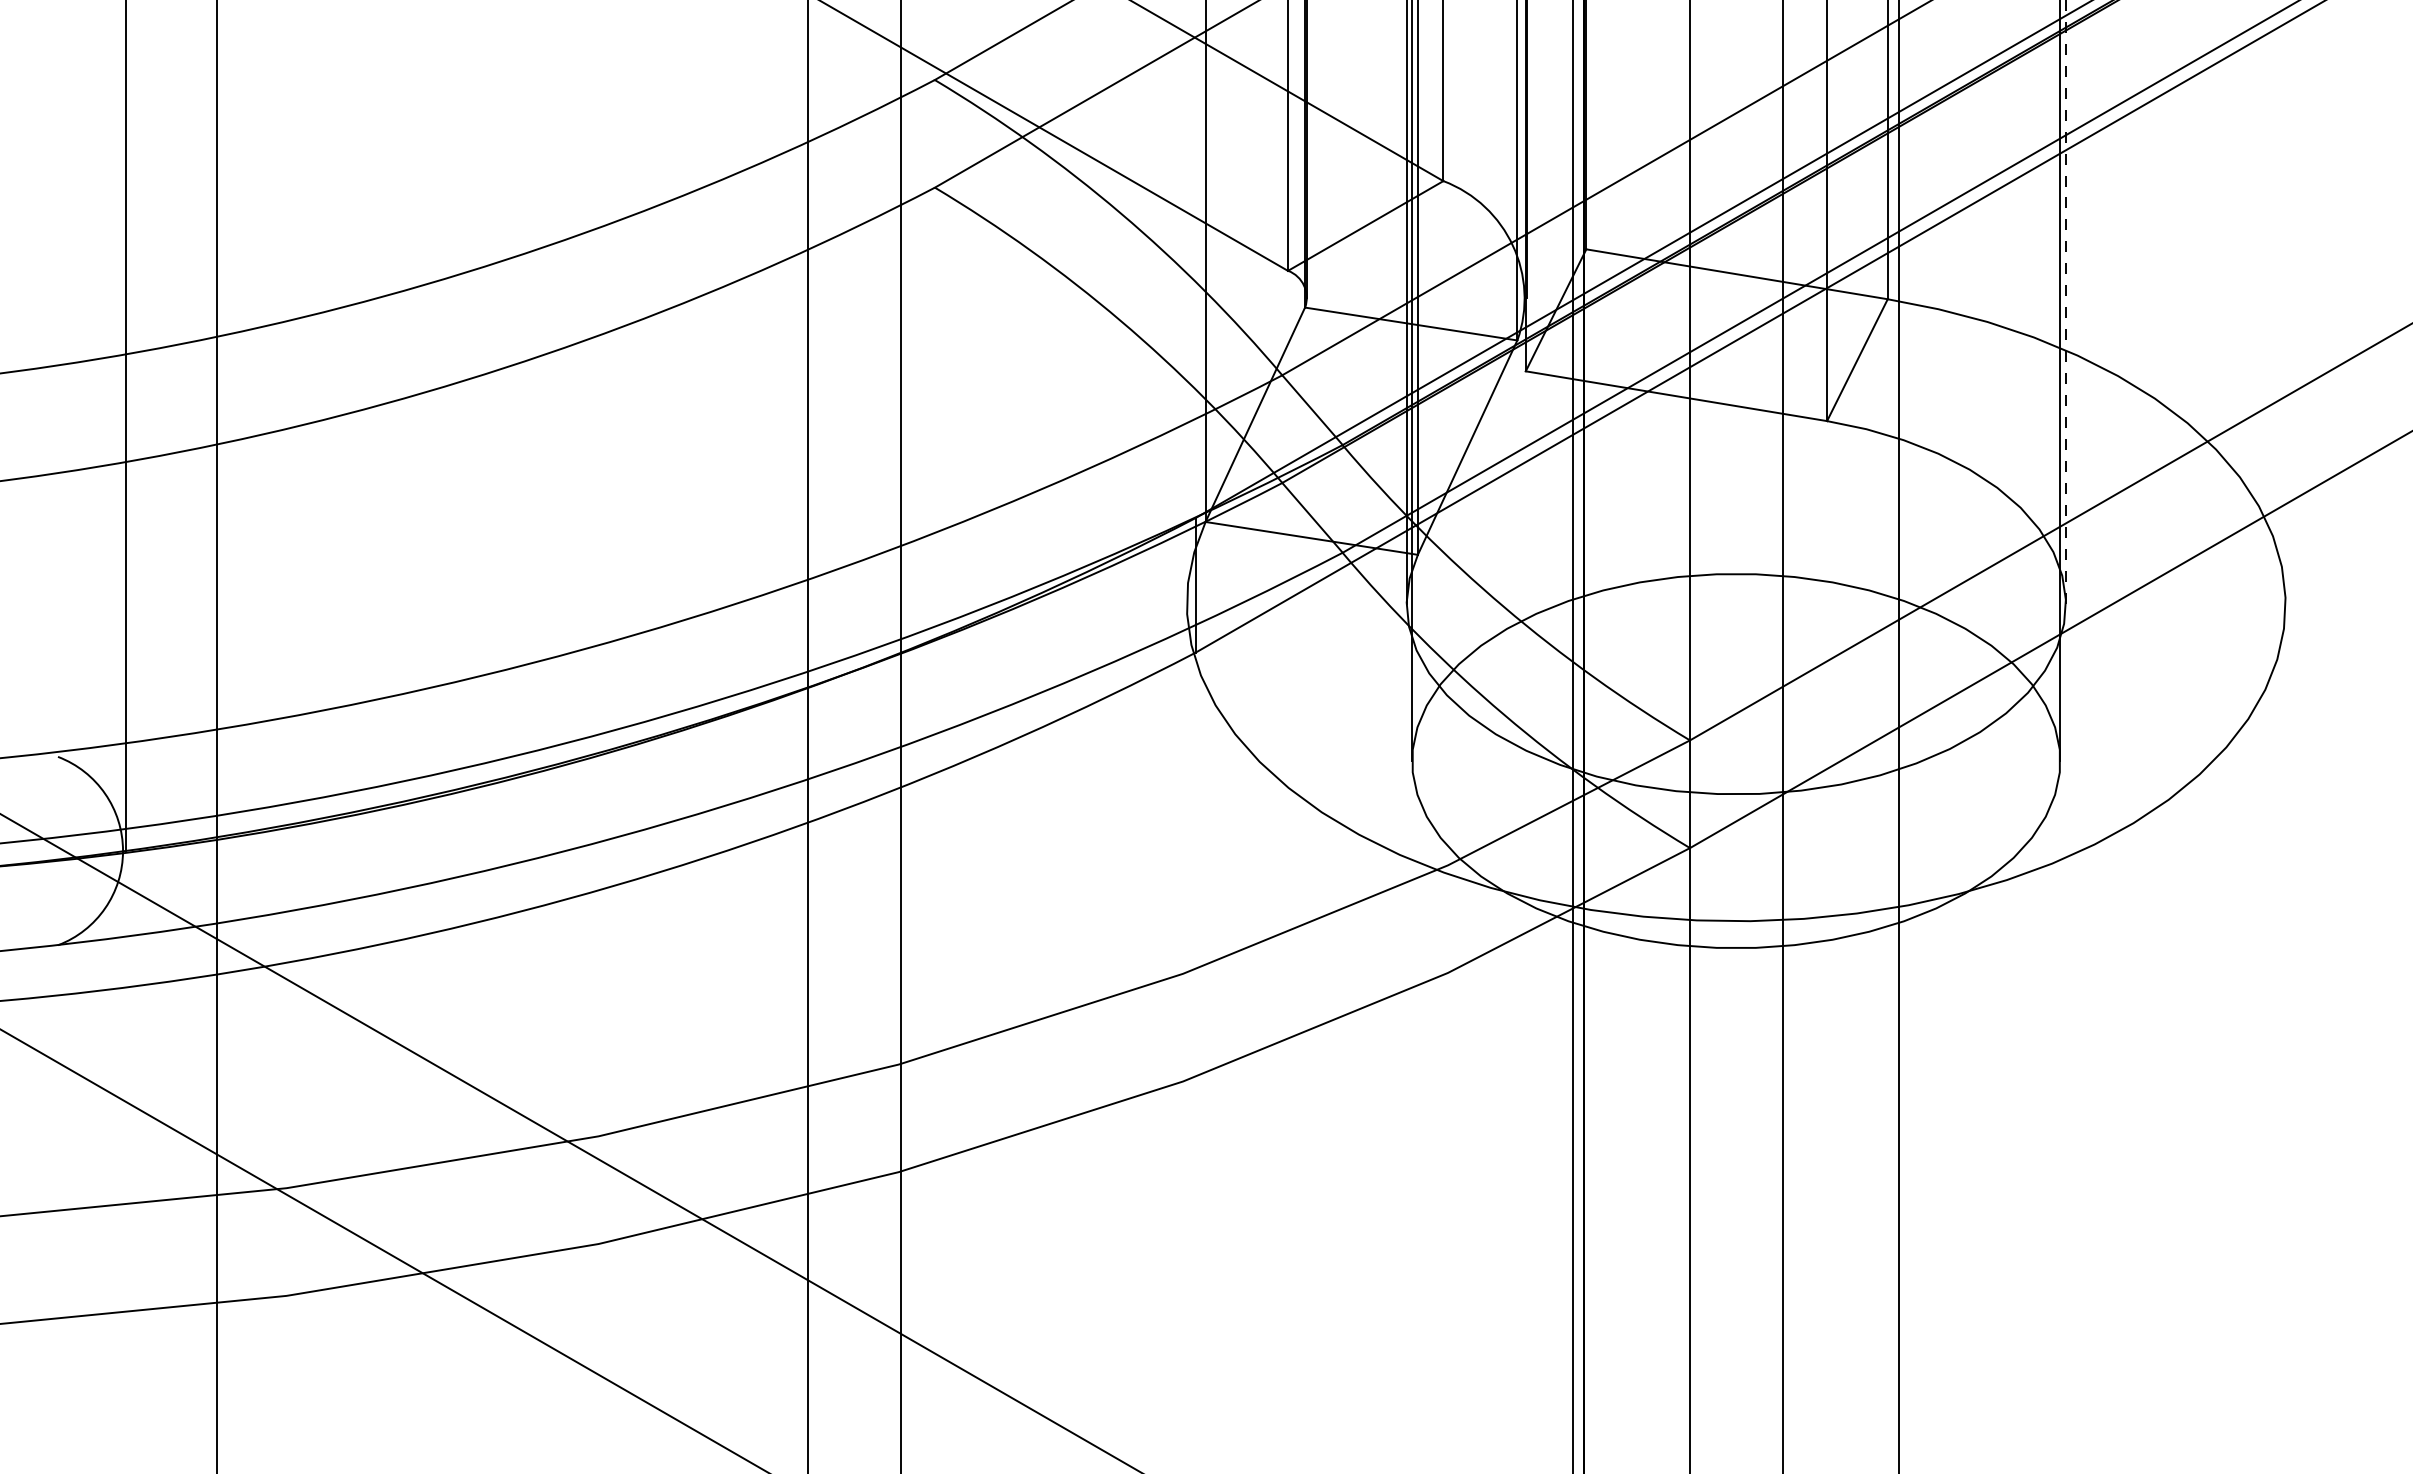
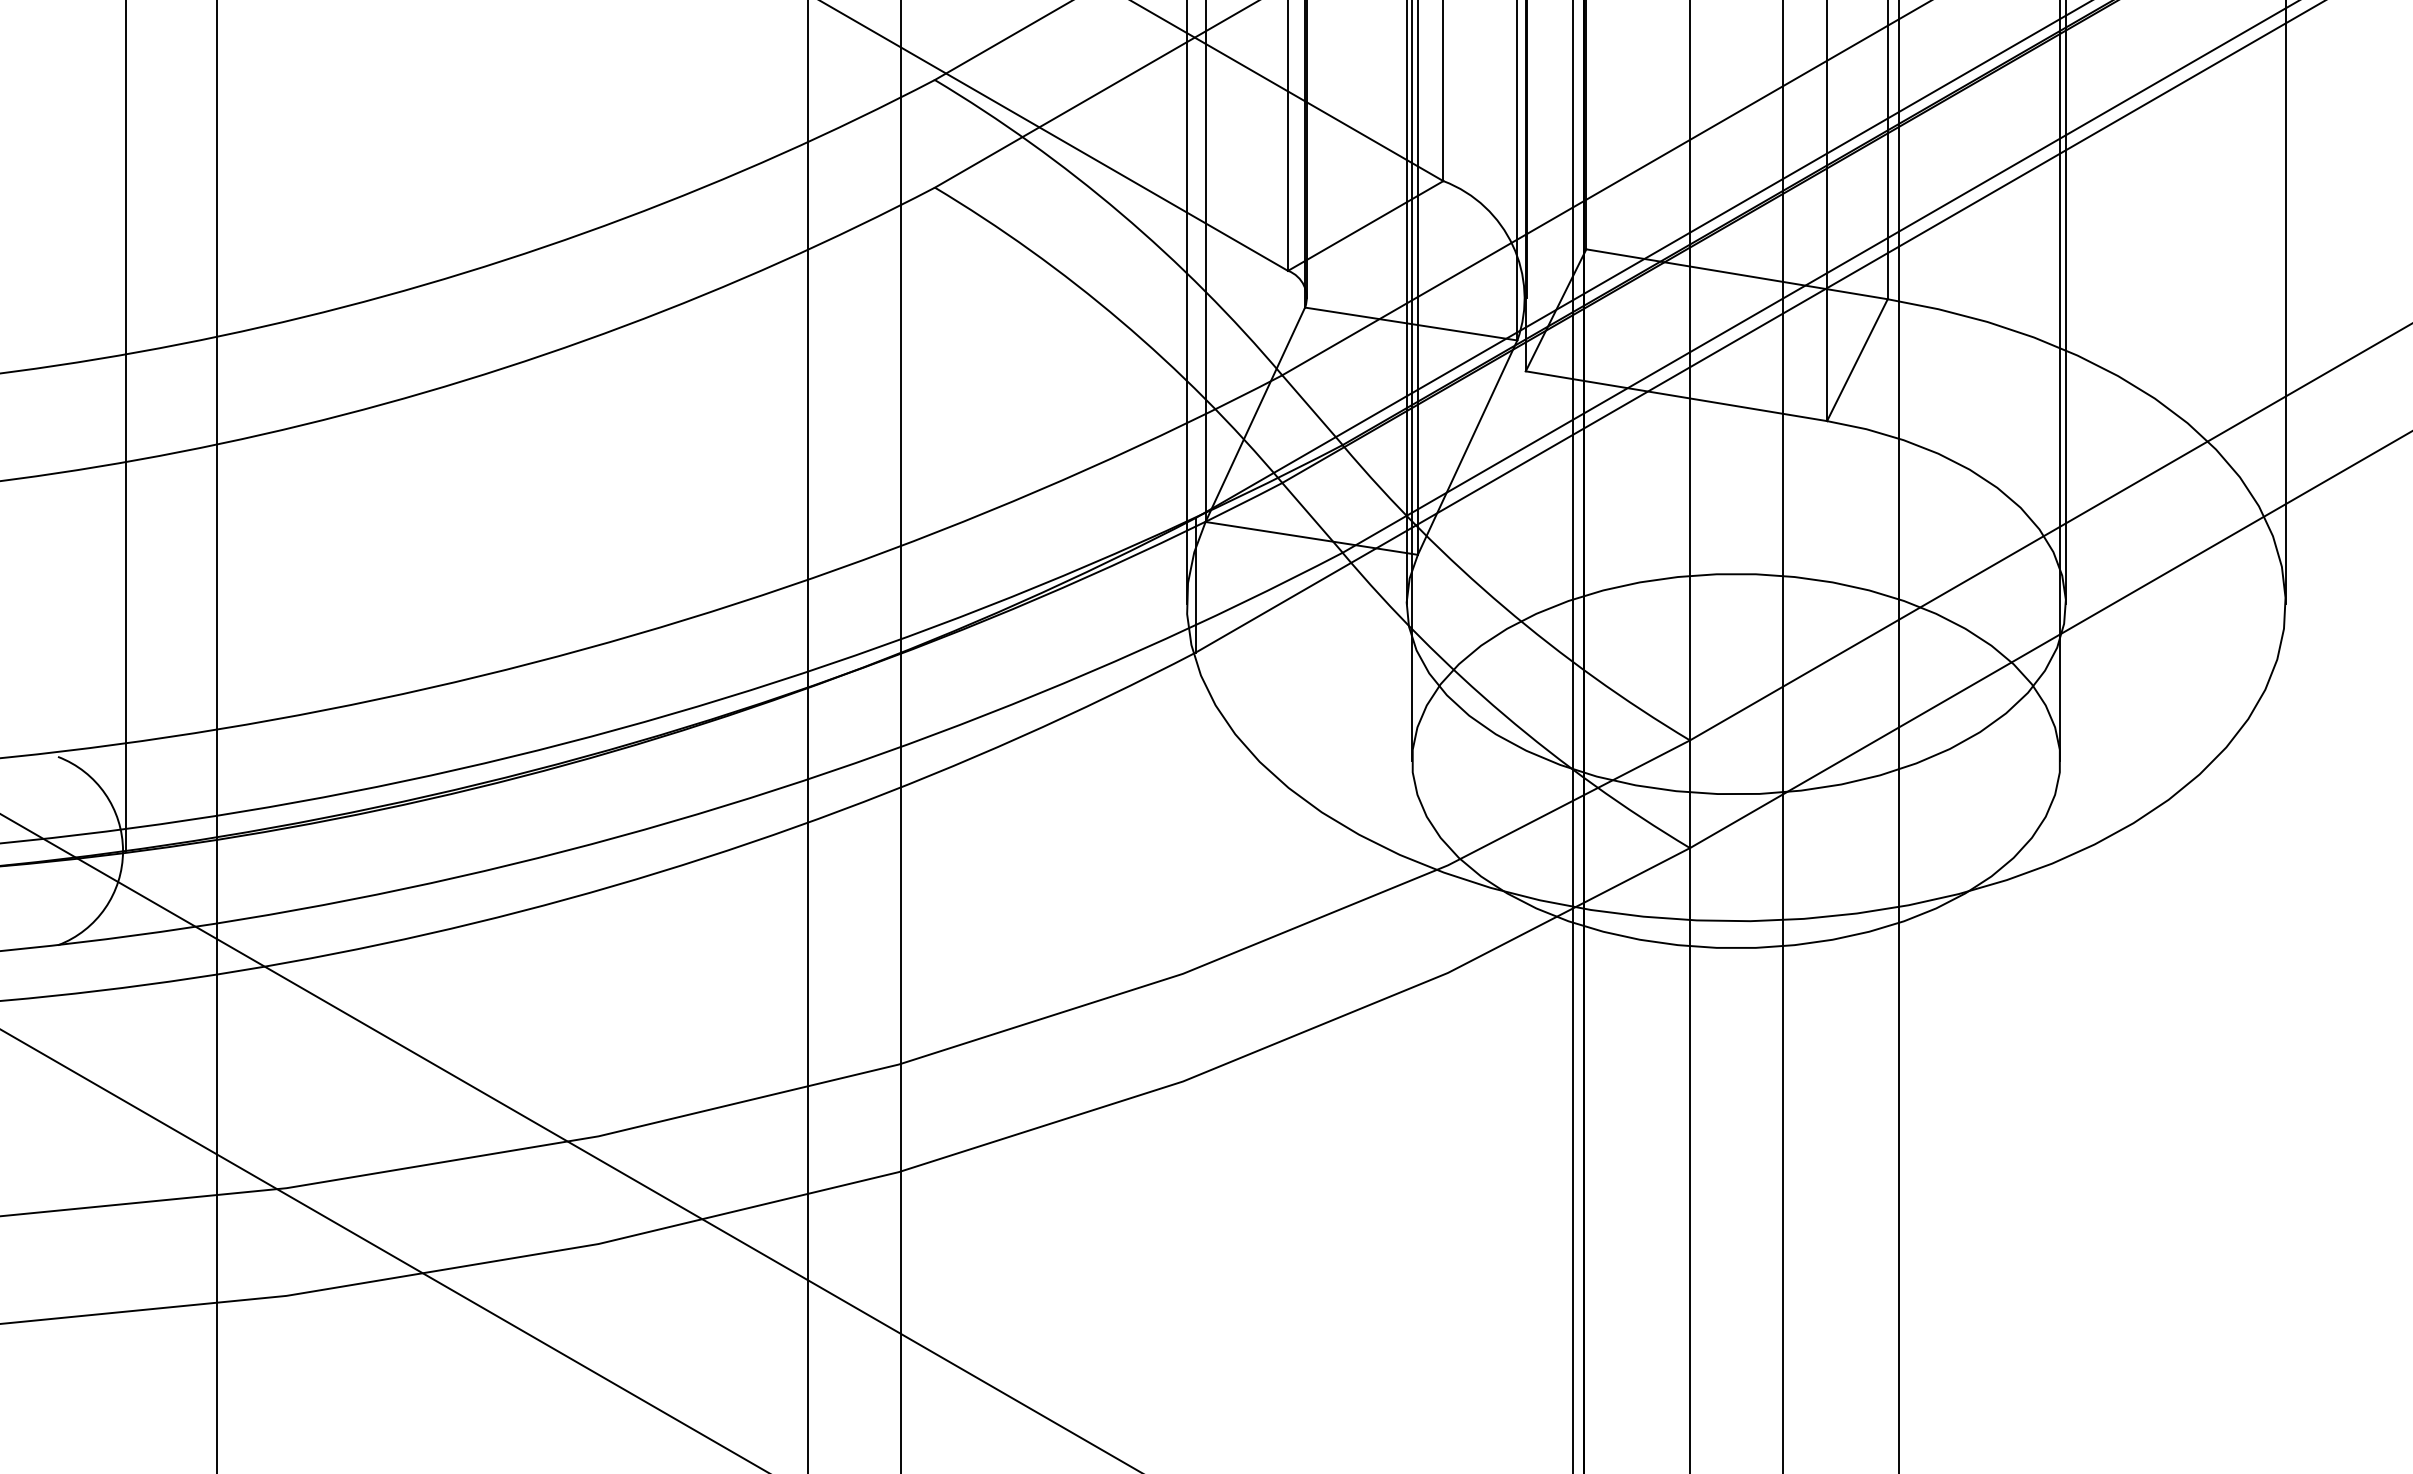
line at (2065, 302): dashed -> solid
line at (1186, 303): none -> present
line at (2285, 303): none -> present
